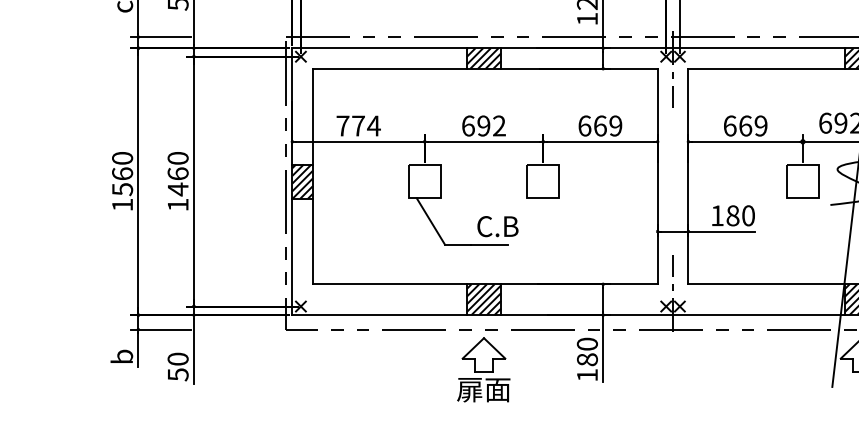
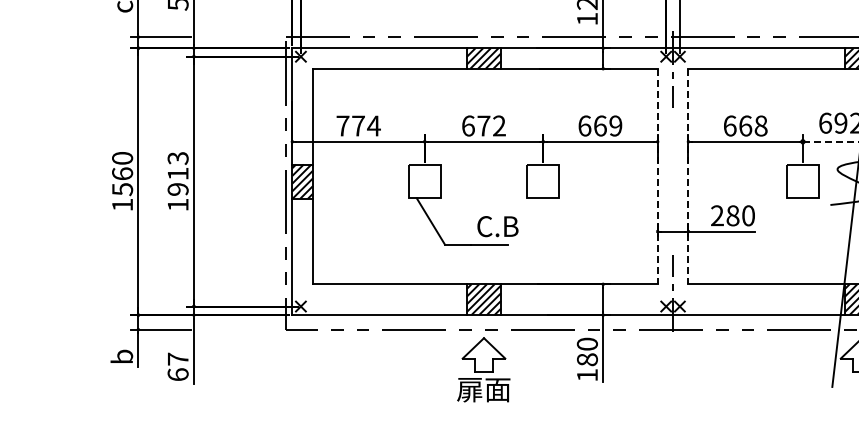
text at (483, 125): 692 -> 672
text at (760, 125): 669 -> 668
line at (830, 141): solid -> dashed
text at (177, 174): 1460 -> 1913
line at (657, 176): solid -> dashed
line at (688, 176): solid -> dashed
text at (717, 215): 180 -> 280
text at (177, 366): 50 -> 67
